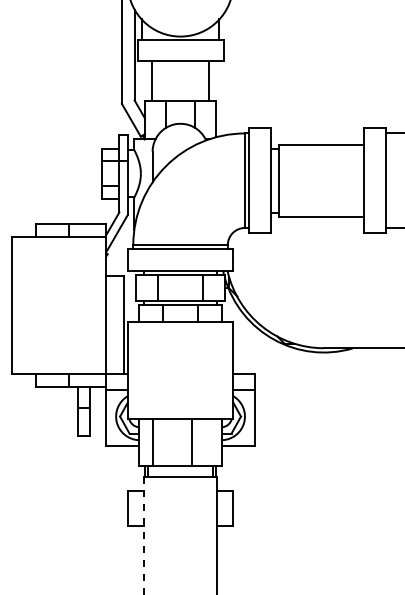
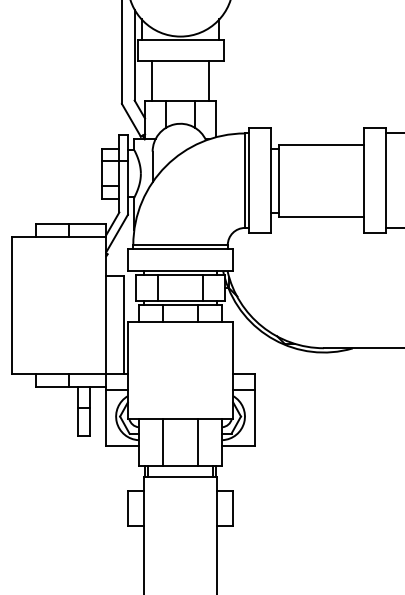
line at (153, 442) position: (153, 442) -> (163, 442)
line at (191, 442) position: (191, 442) -> (197, 442)
line at (144, 535): dashed -> solid
